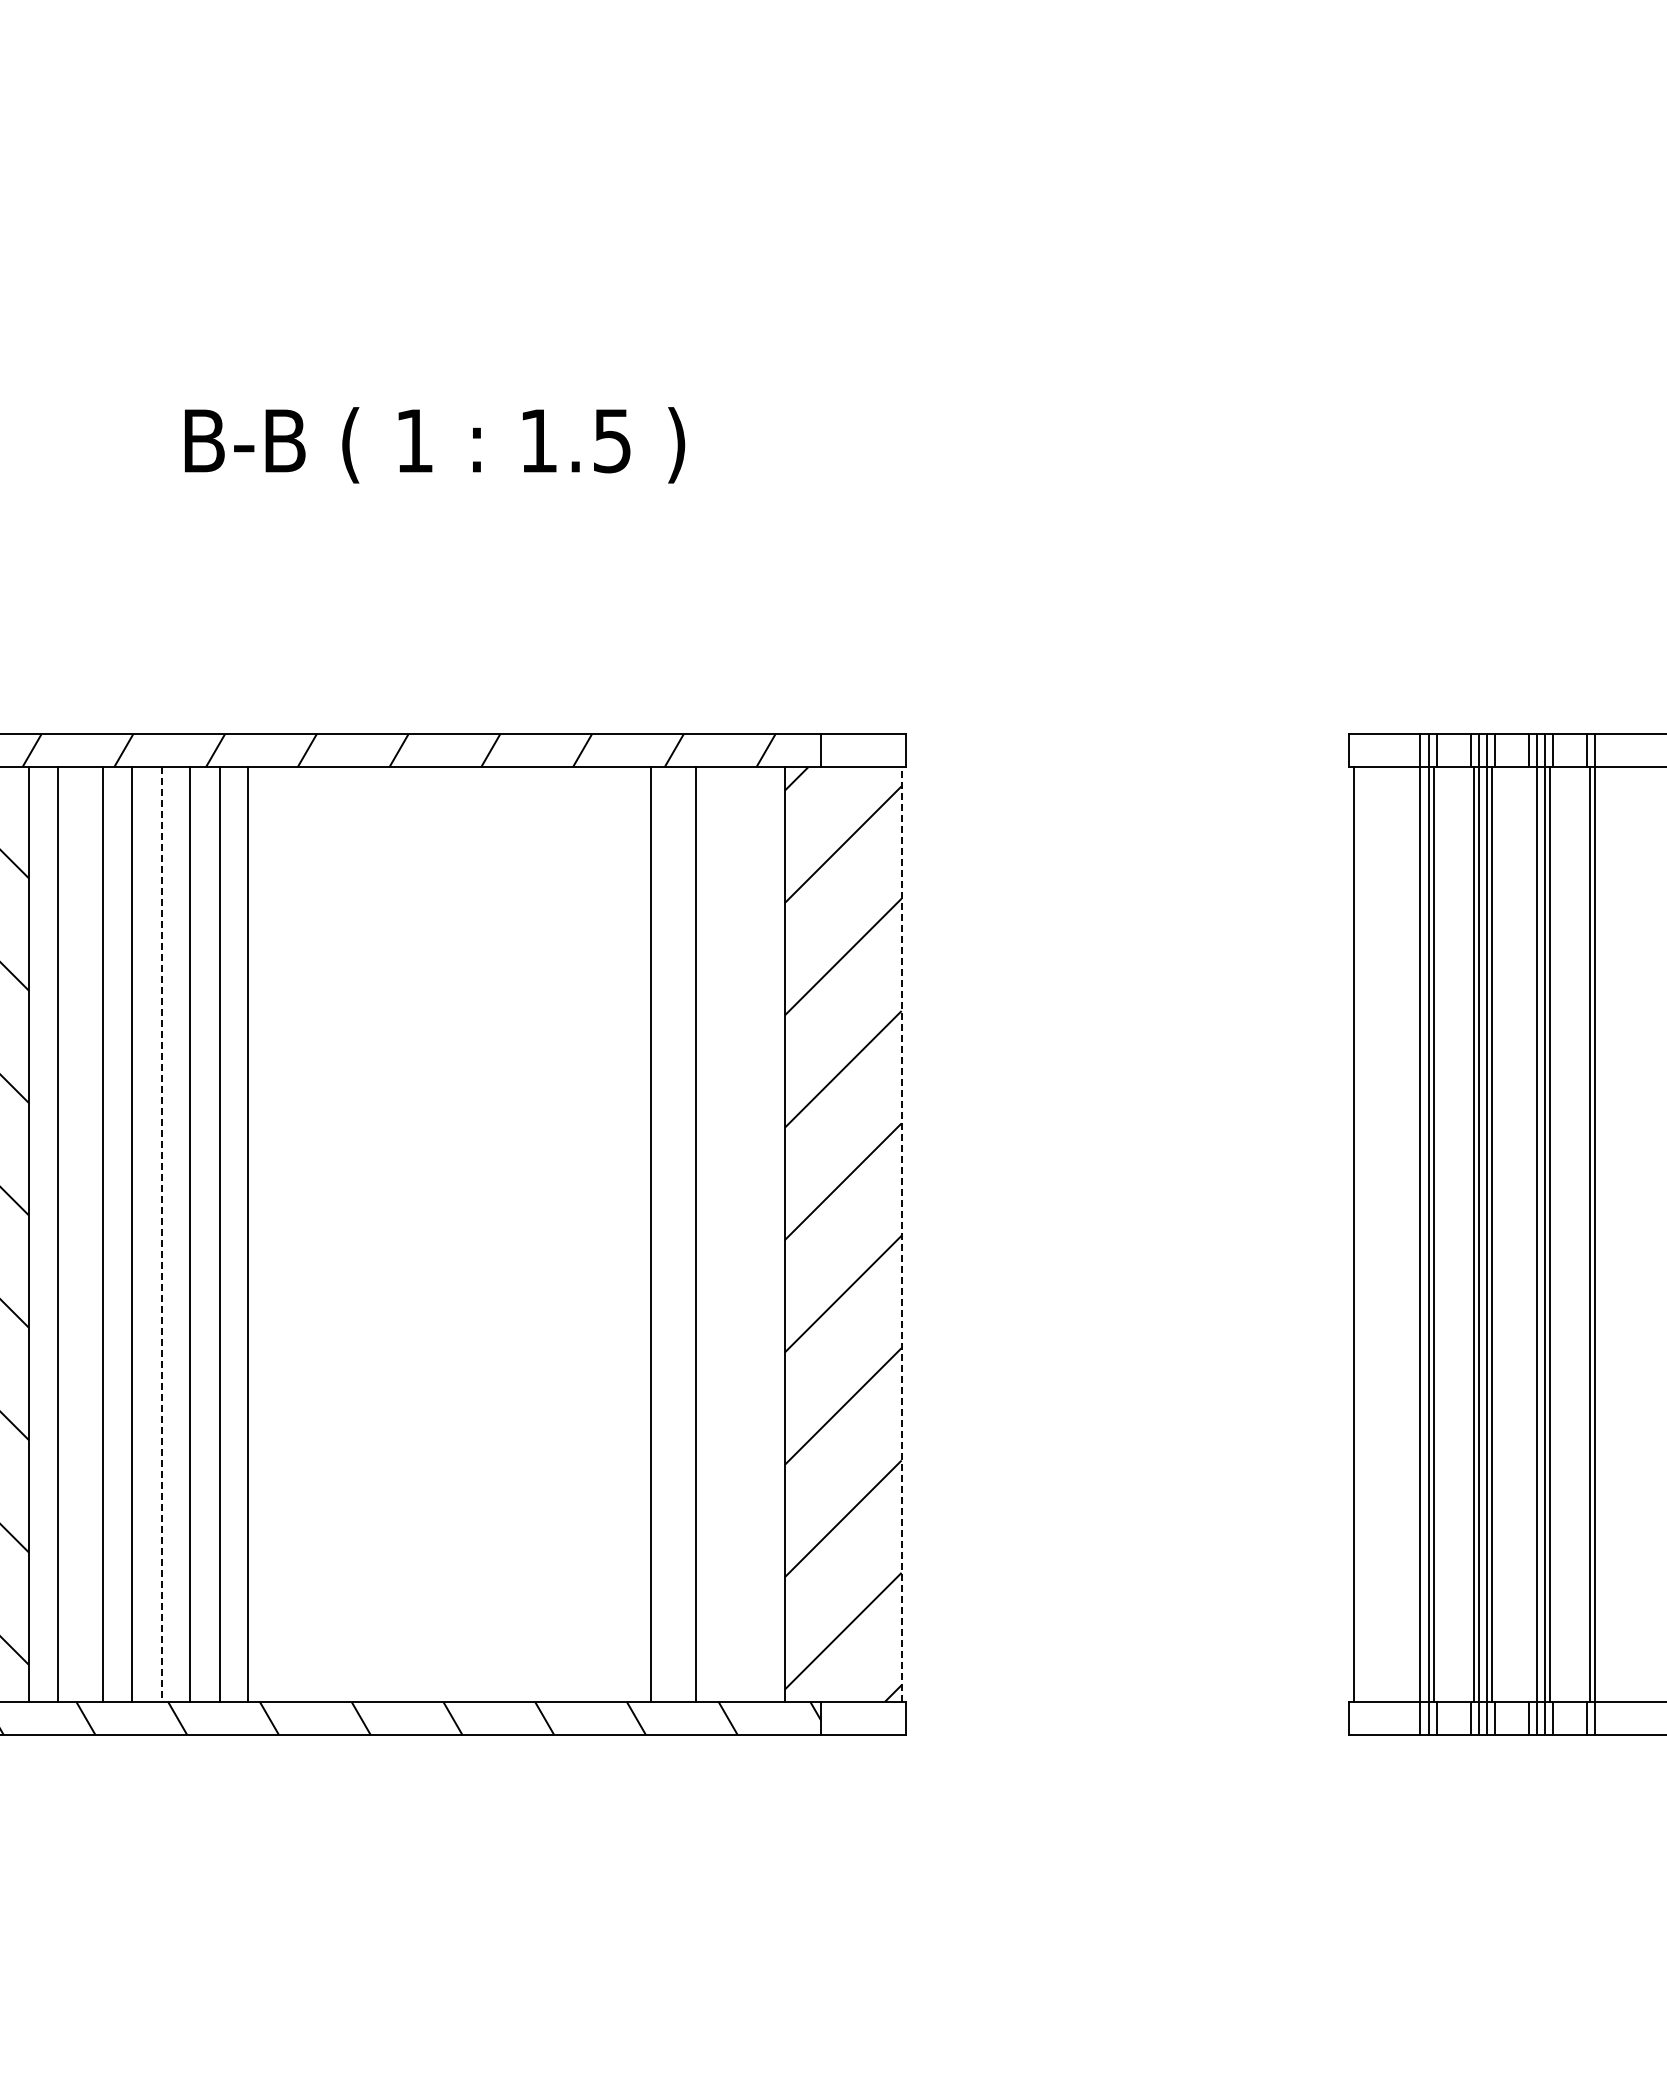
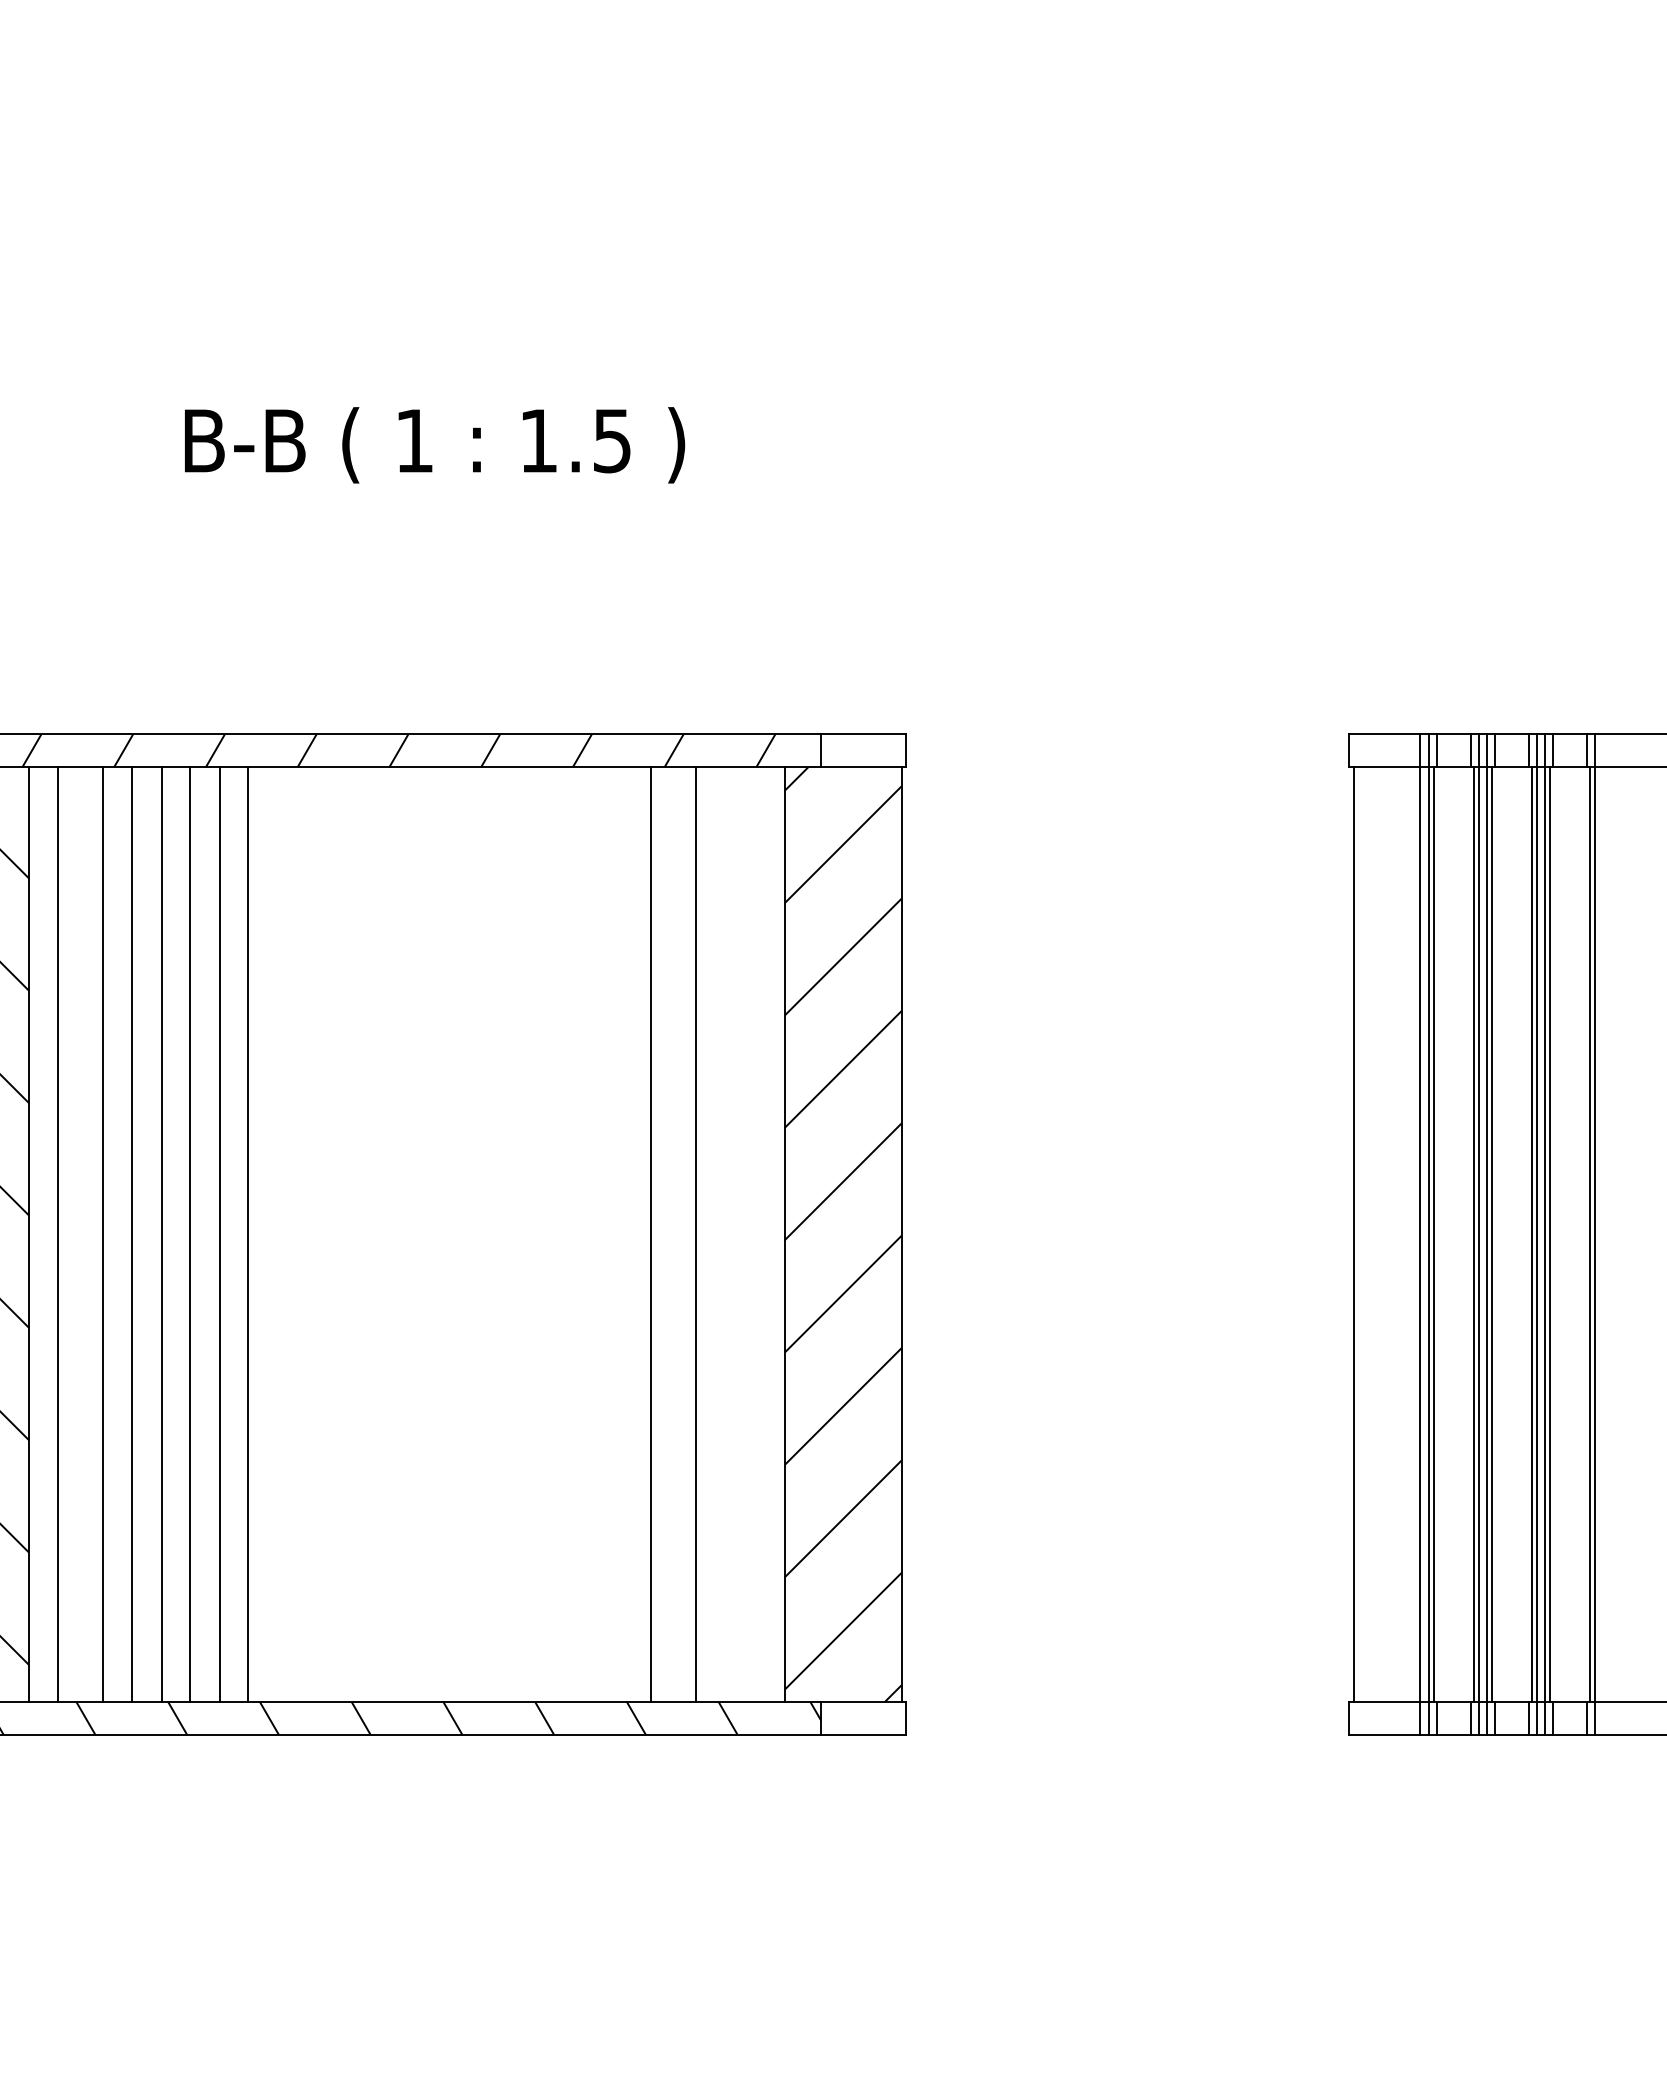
line at (901, 1234): dashed -> solid
line at (1532, 1234): none -> present
line at (161, 1235): dashed -> solid
